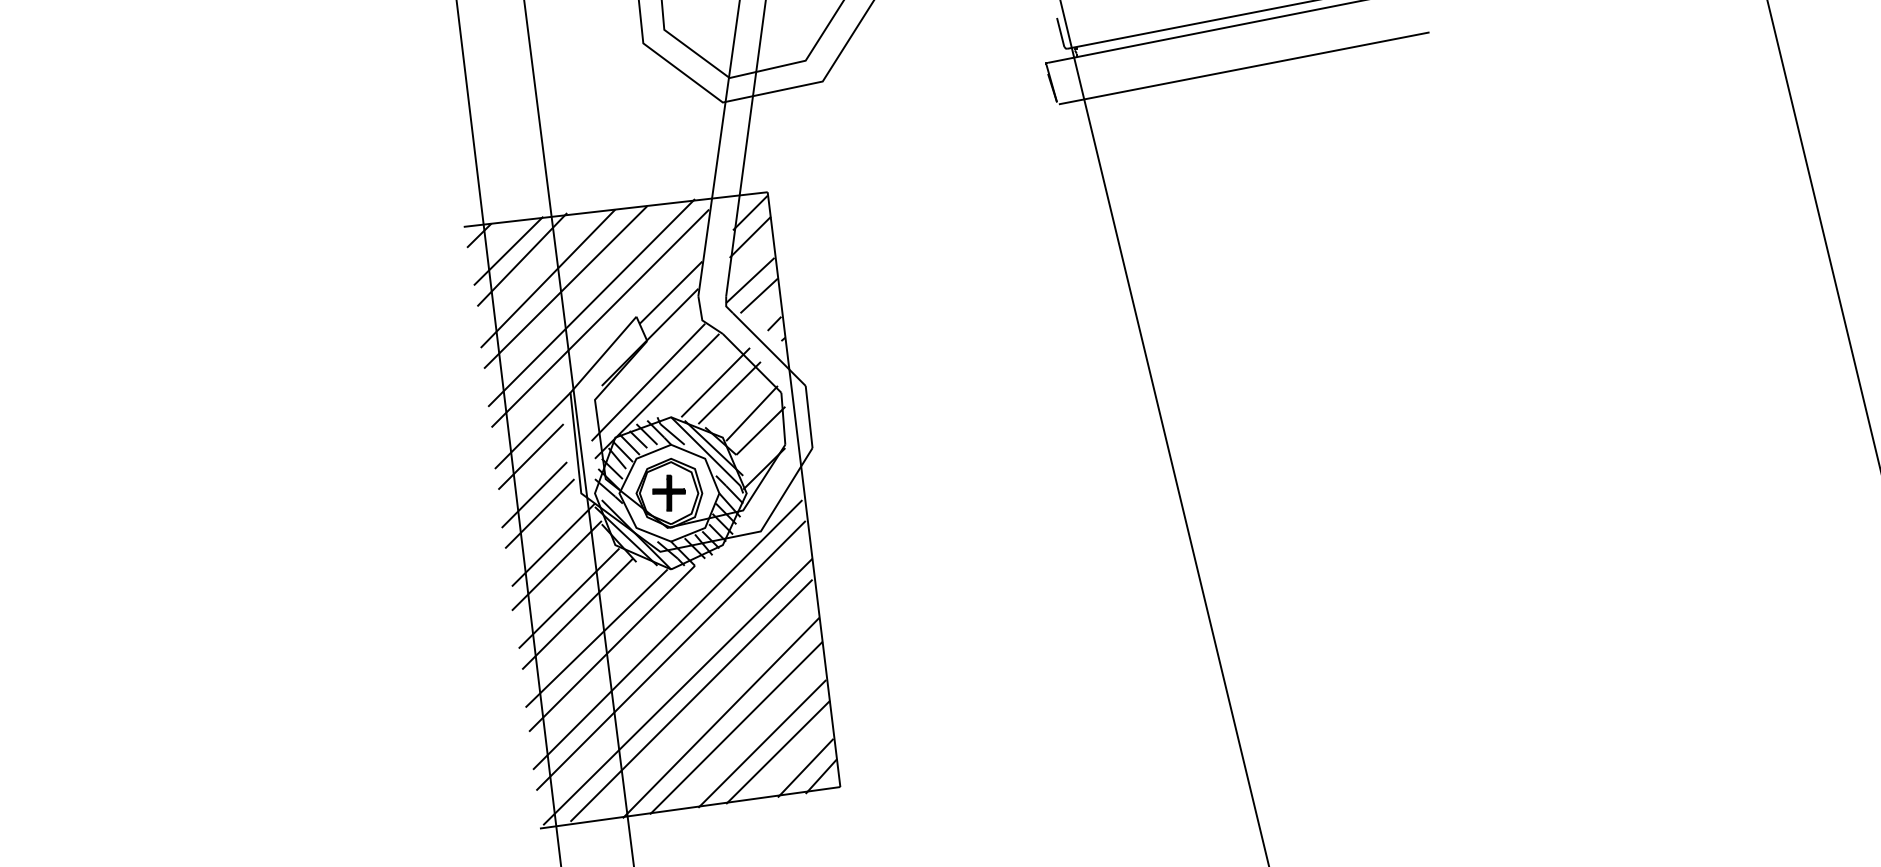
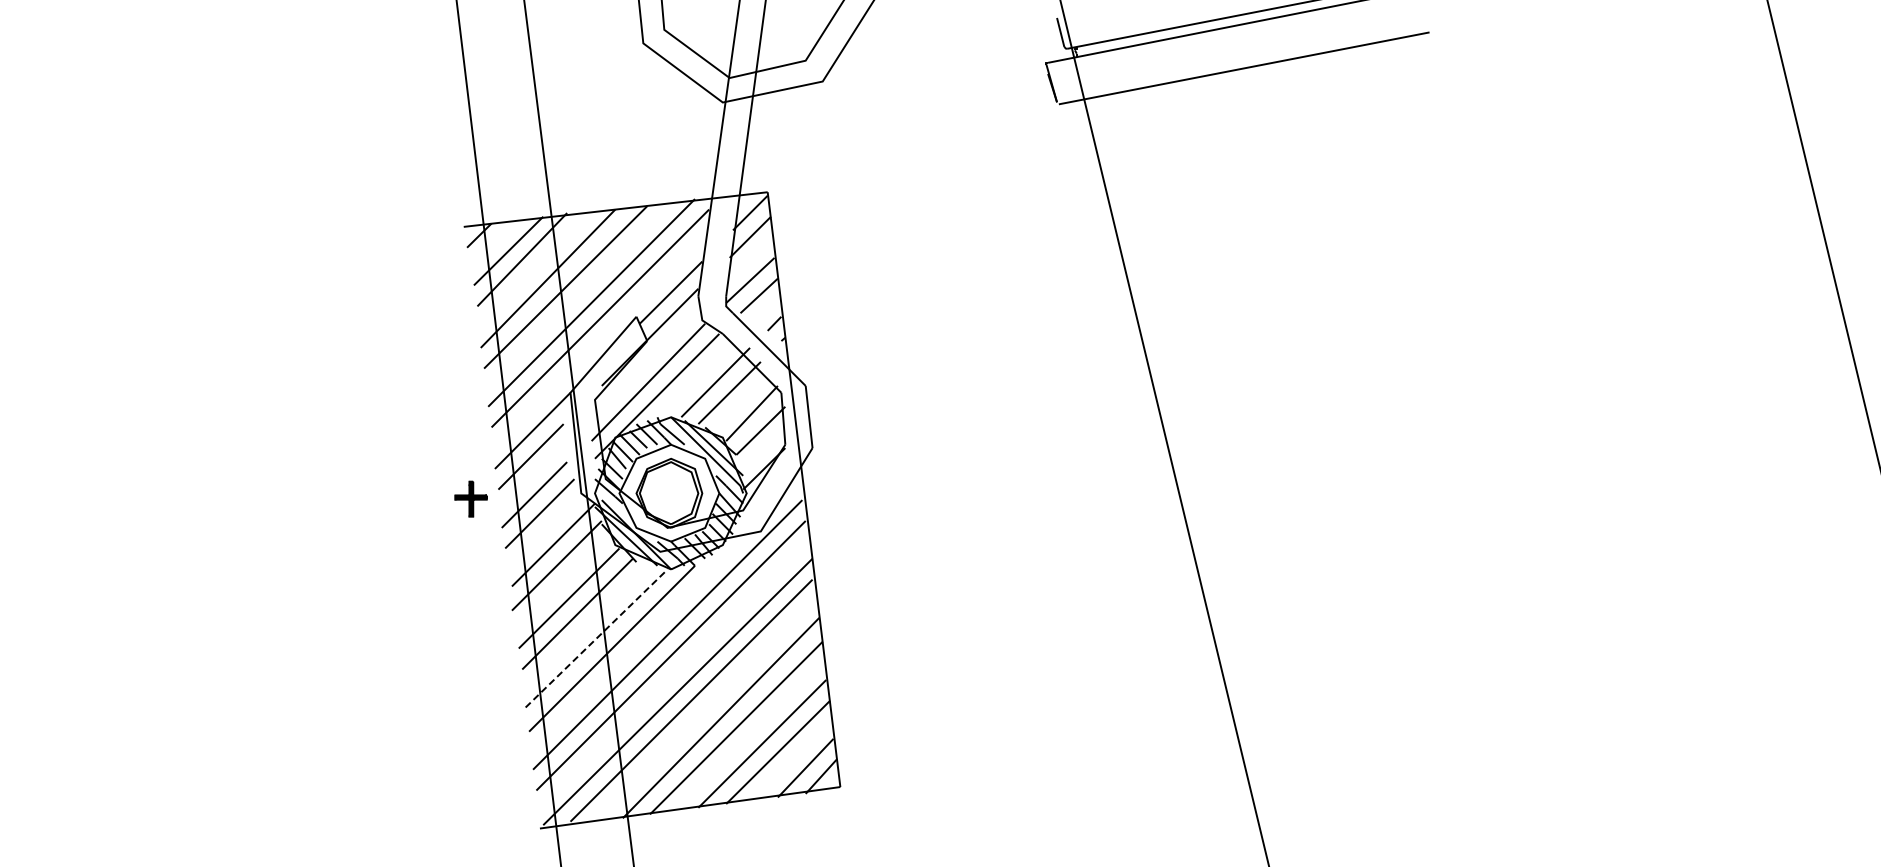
part at (668, 492) position: (668, 492) -> (470, 498)
line at (597, 638): solid -> dashed
